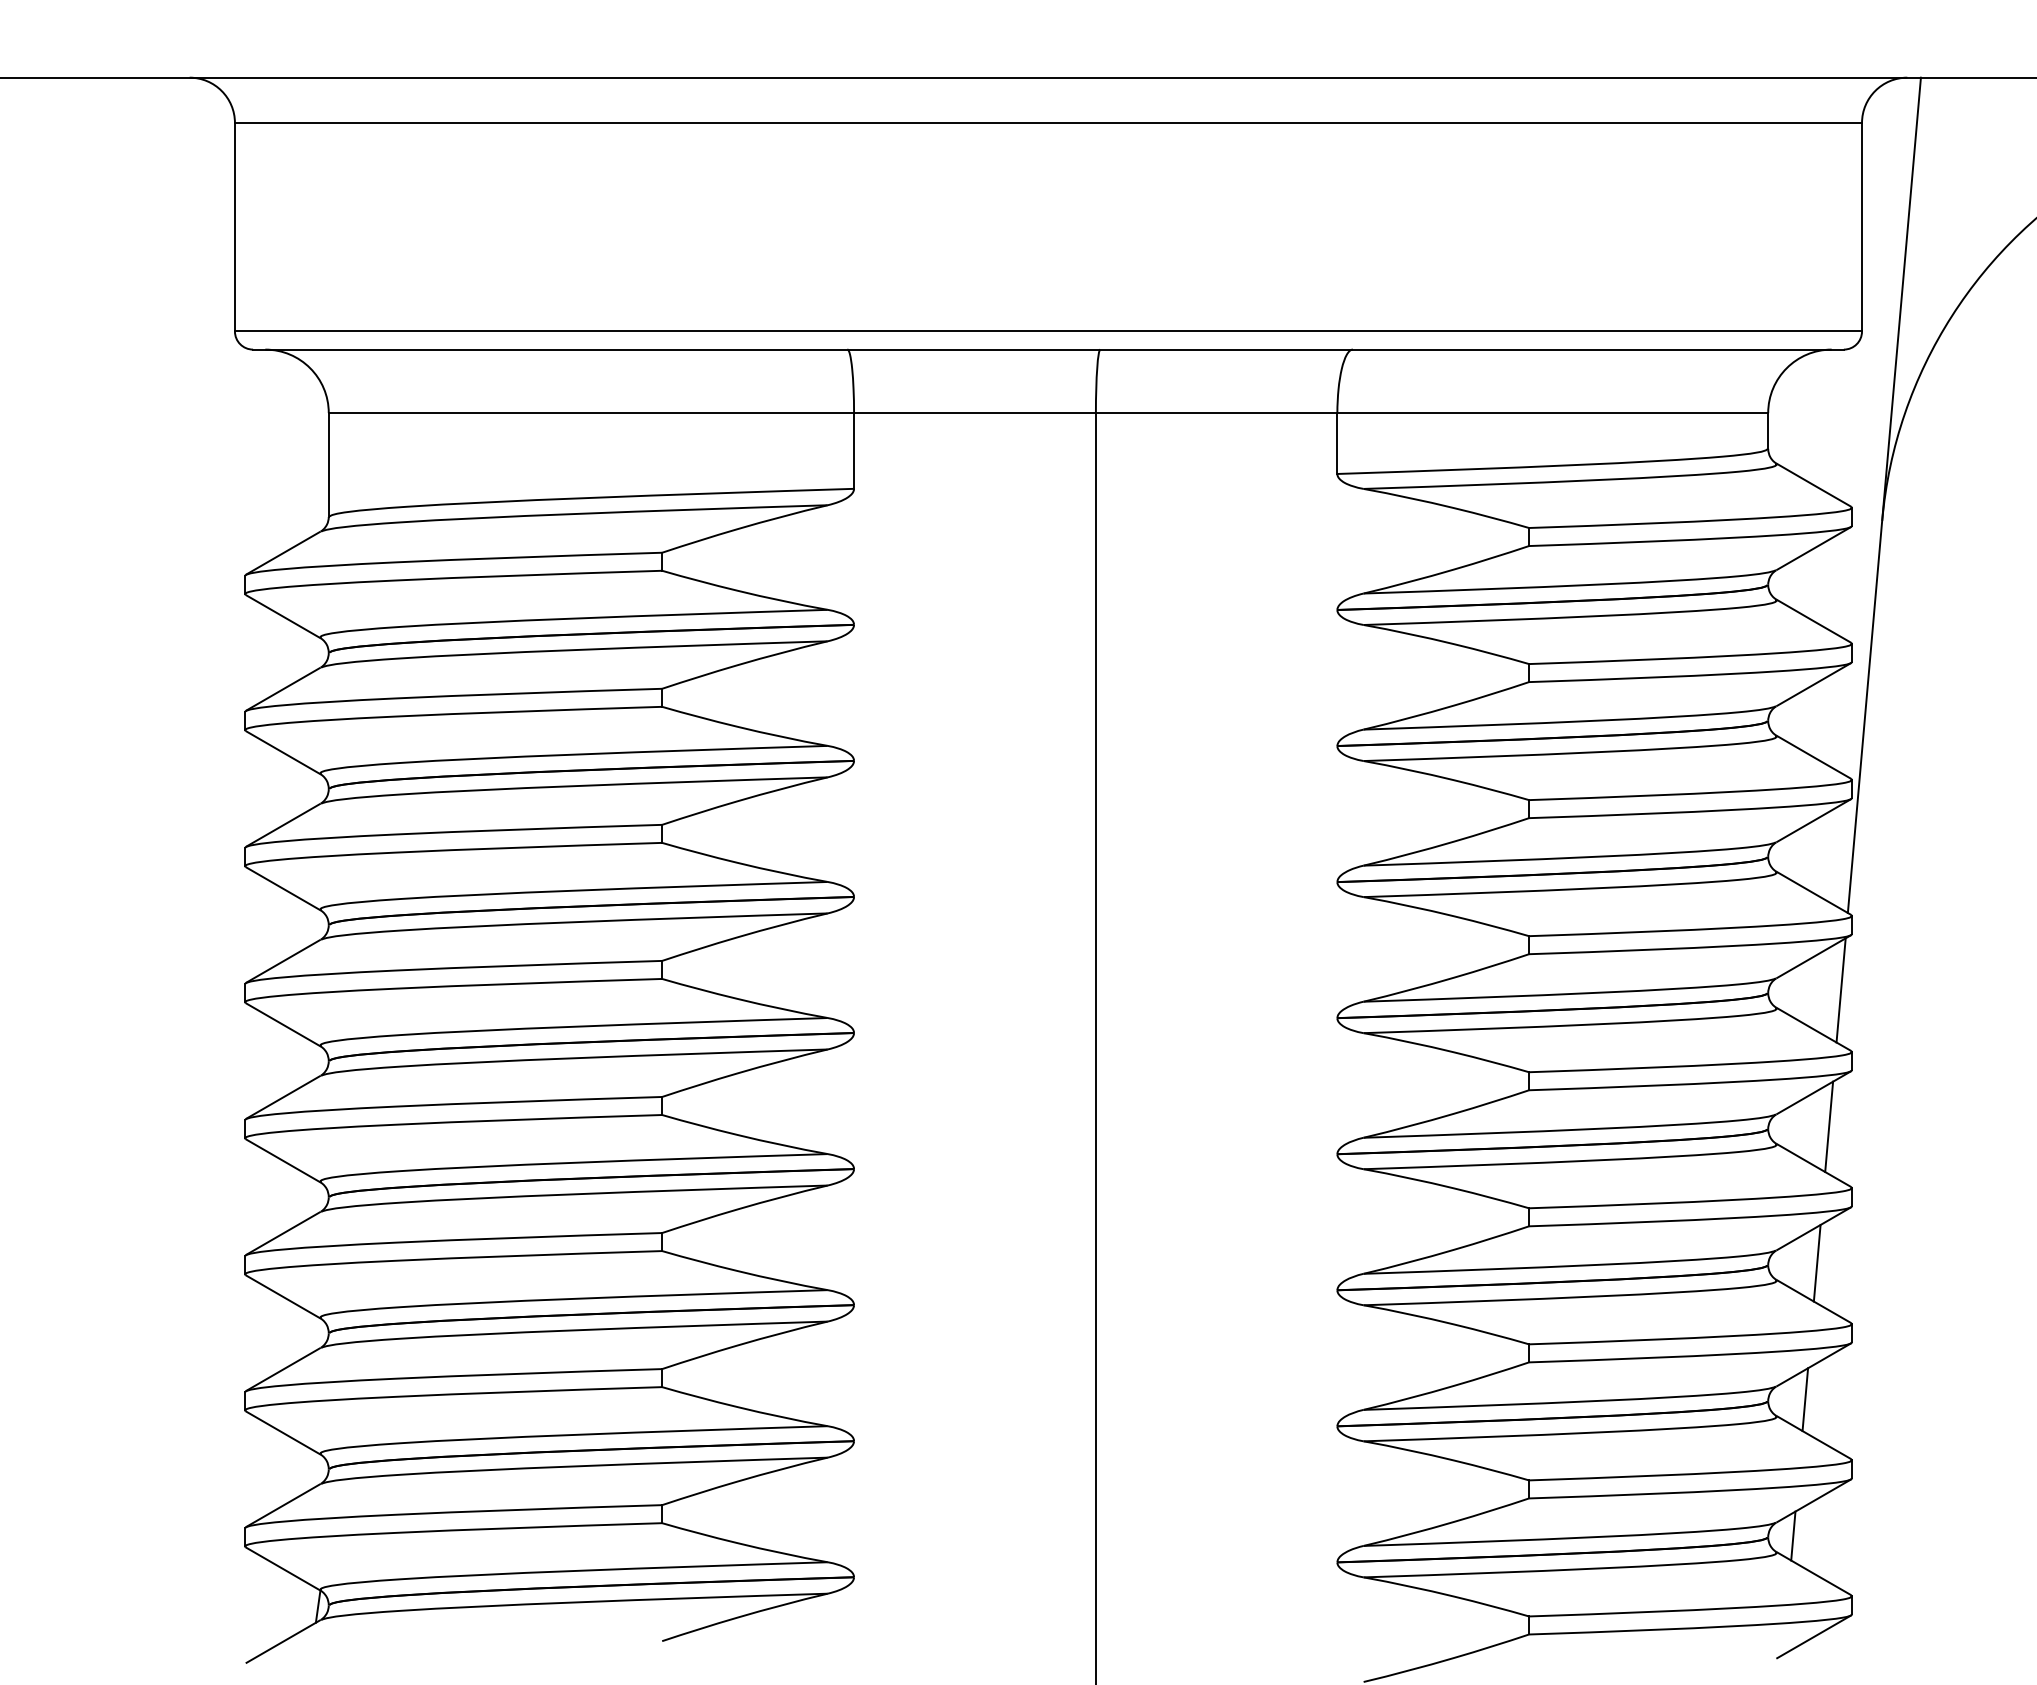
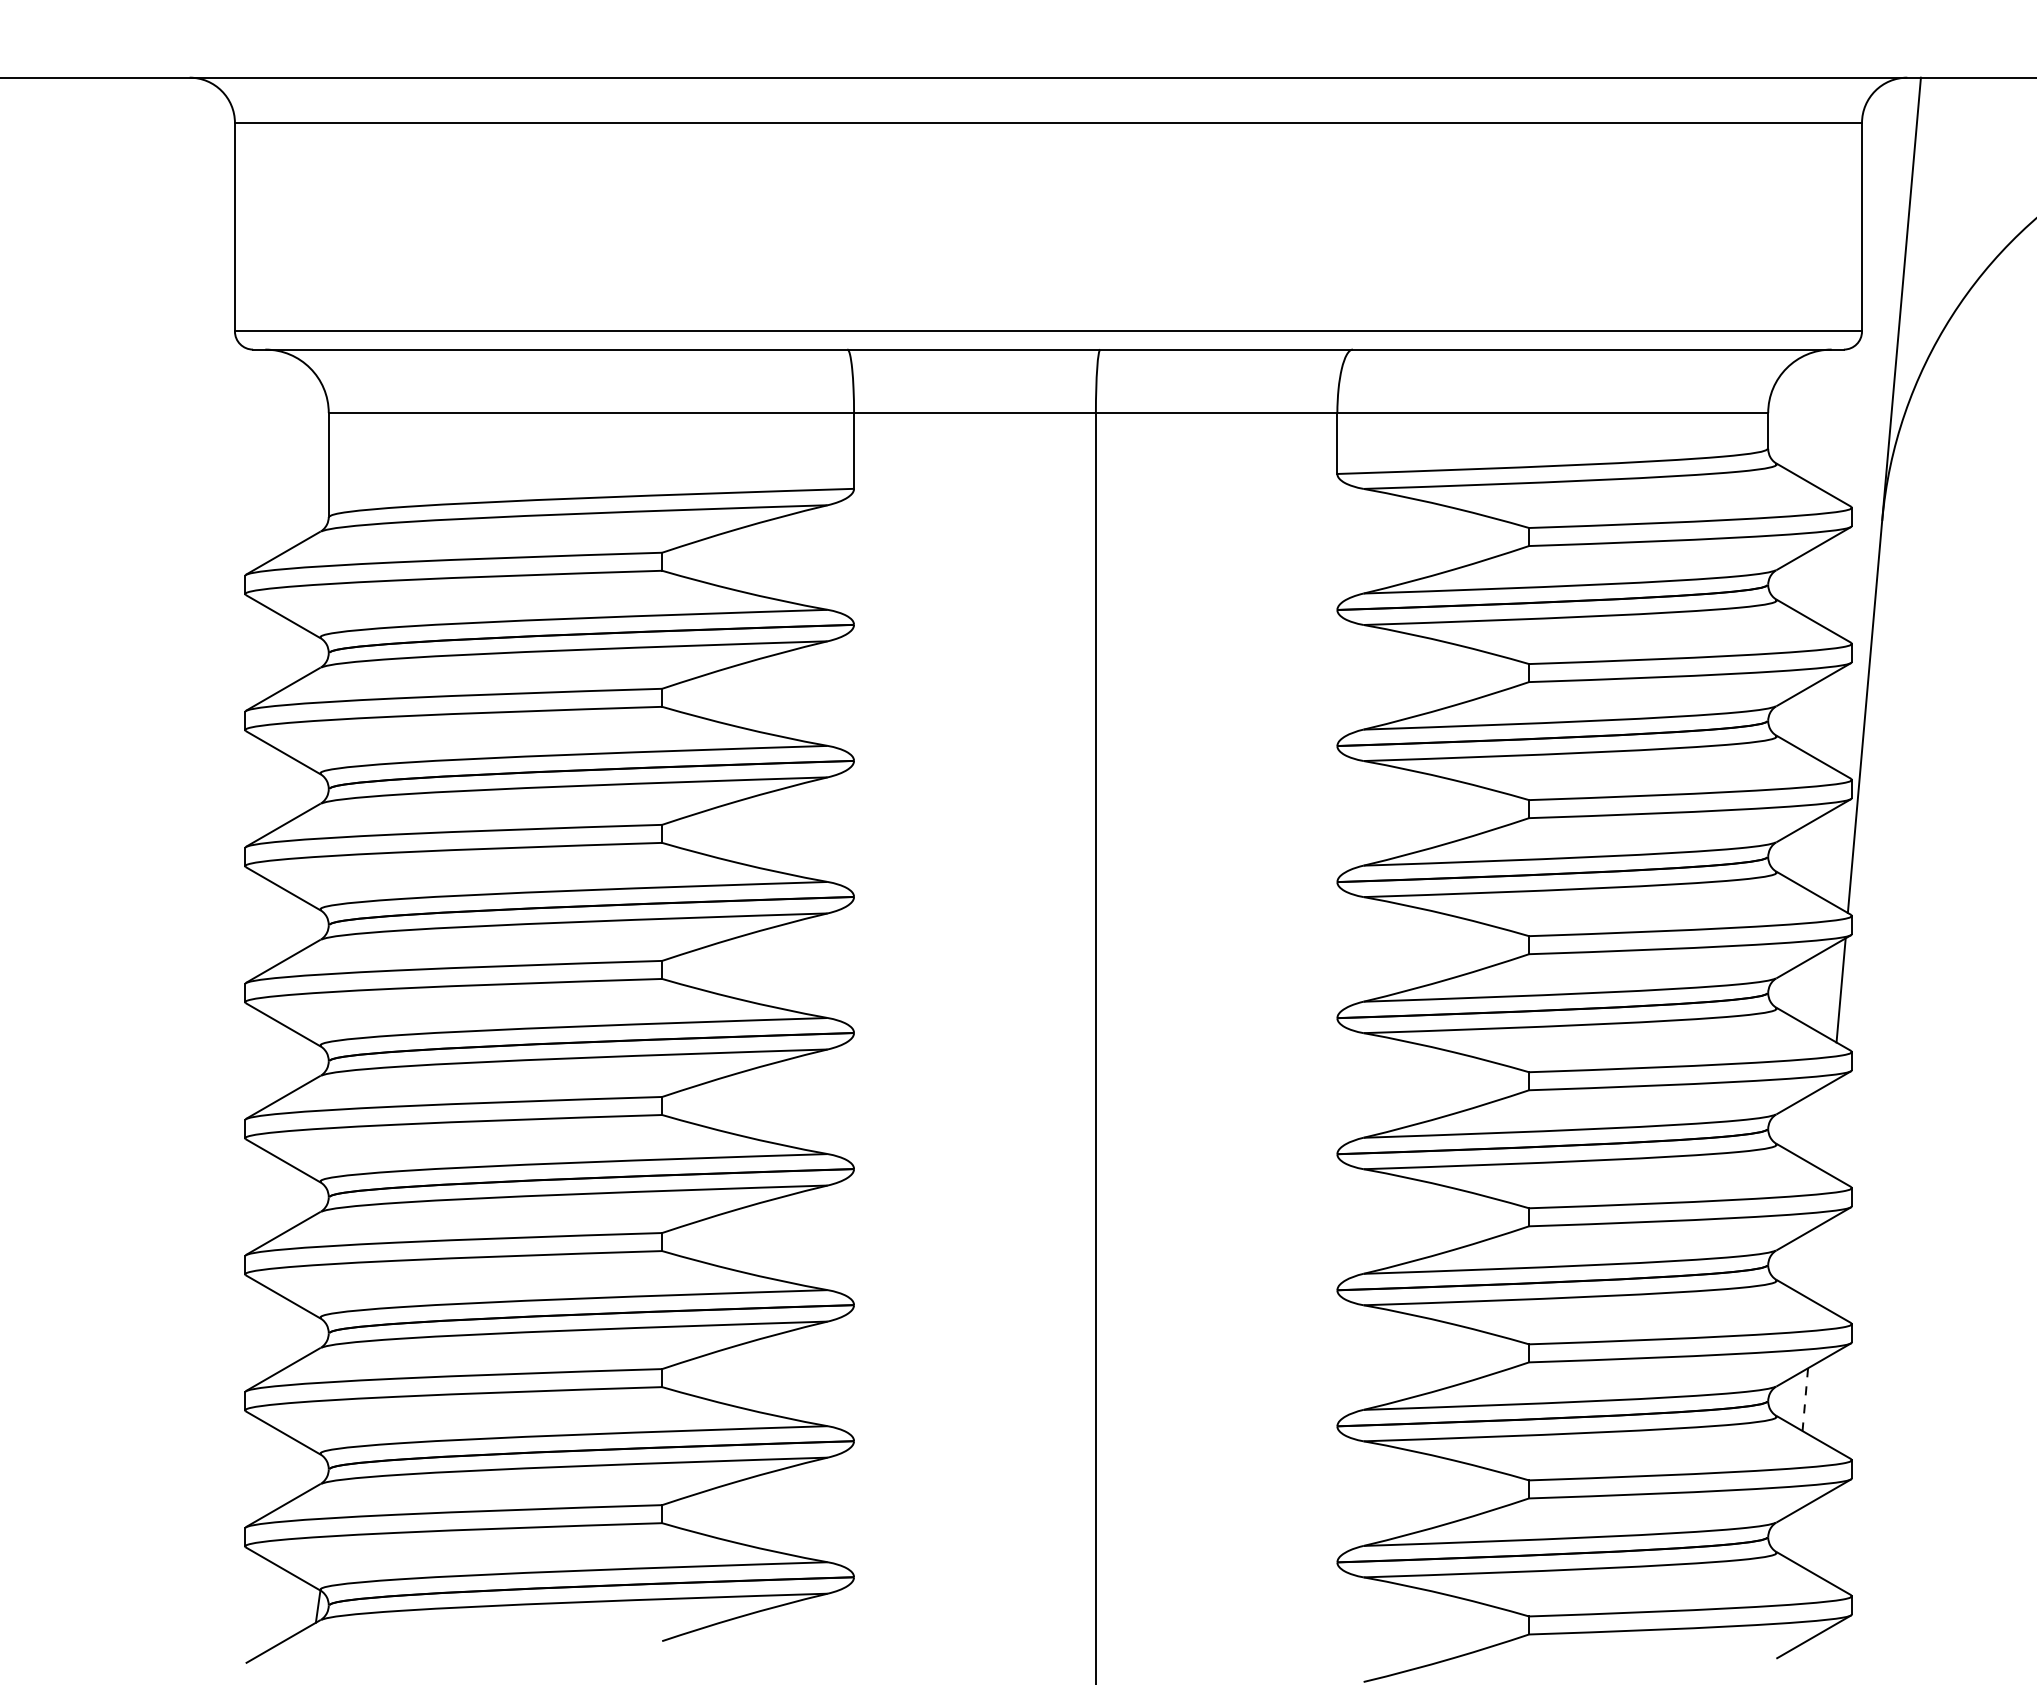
line at (1829, 1126): present -> none
line at (1816, 1262): present -> none
line at (1805, 1399): solid -> dashed
line at (1793, 1535): present -> none
